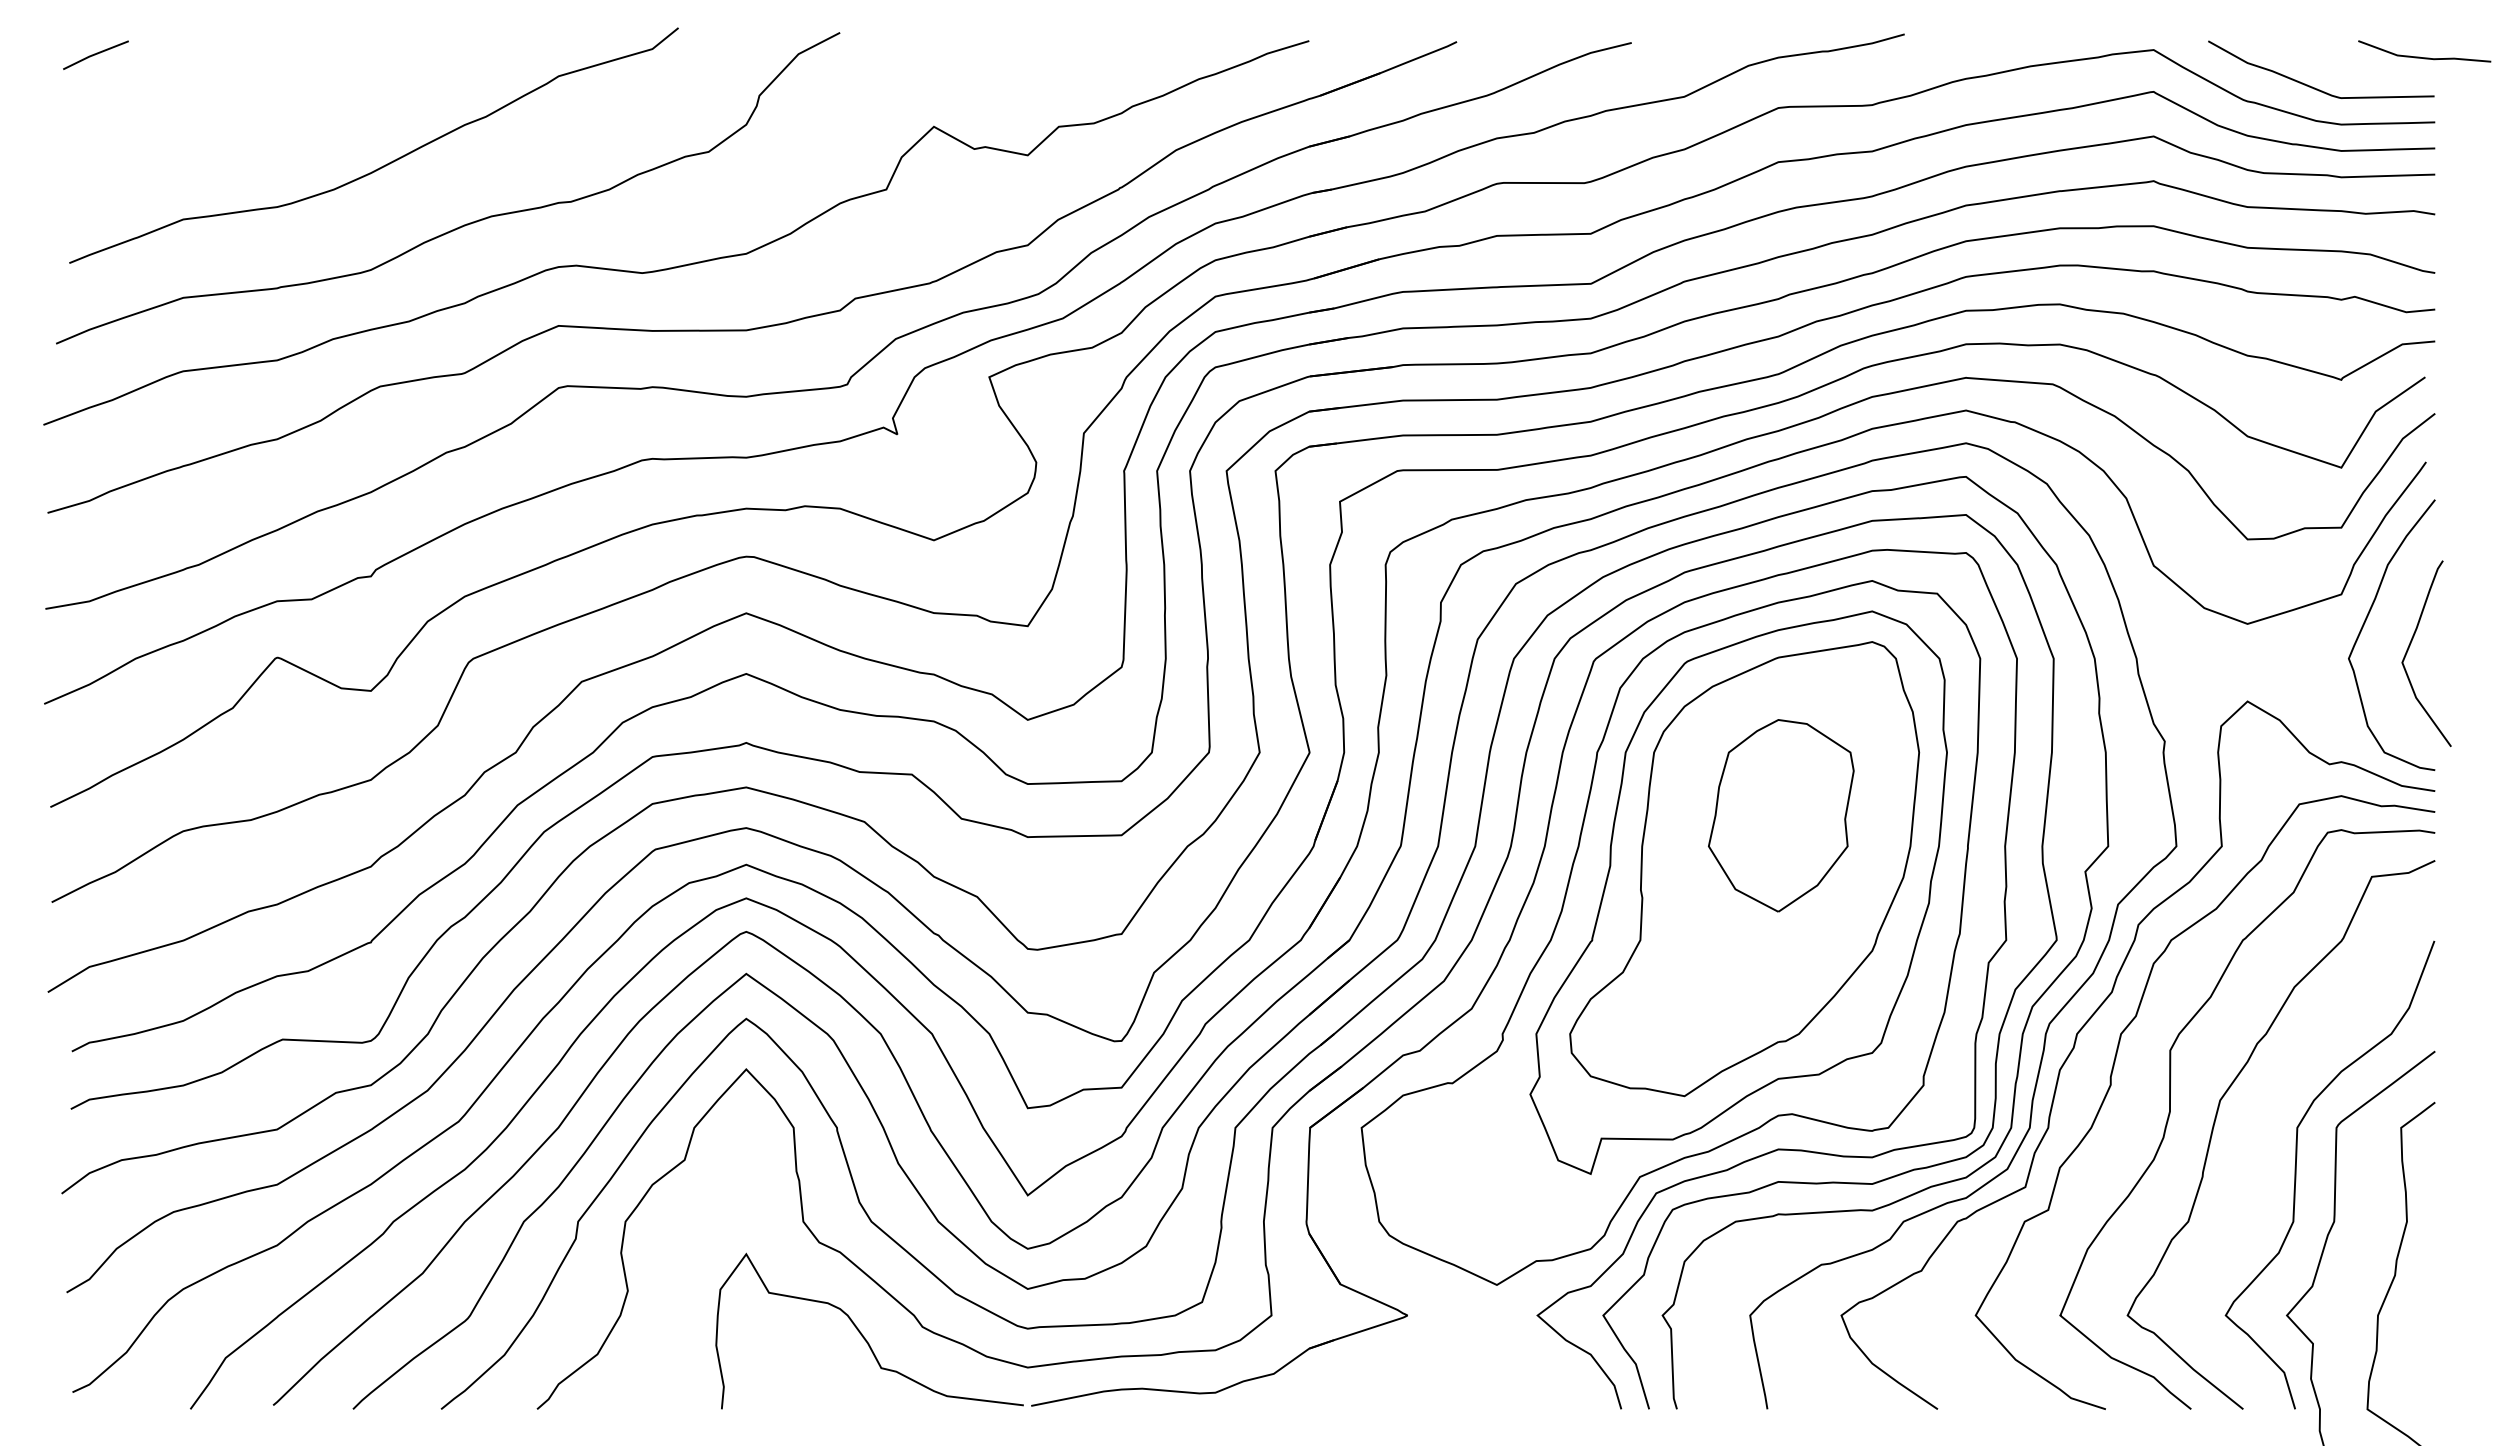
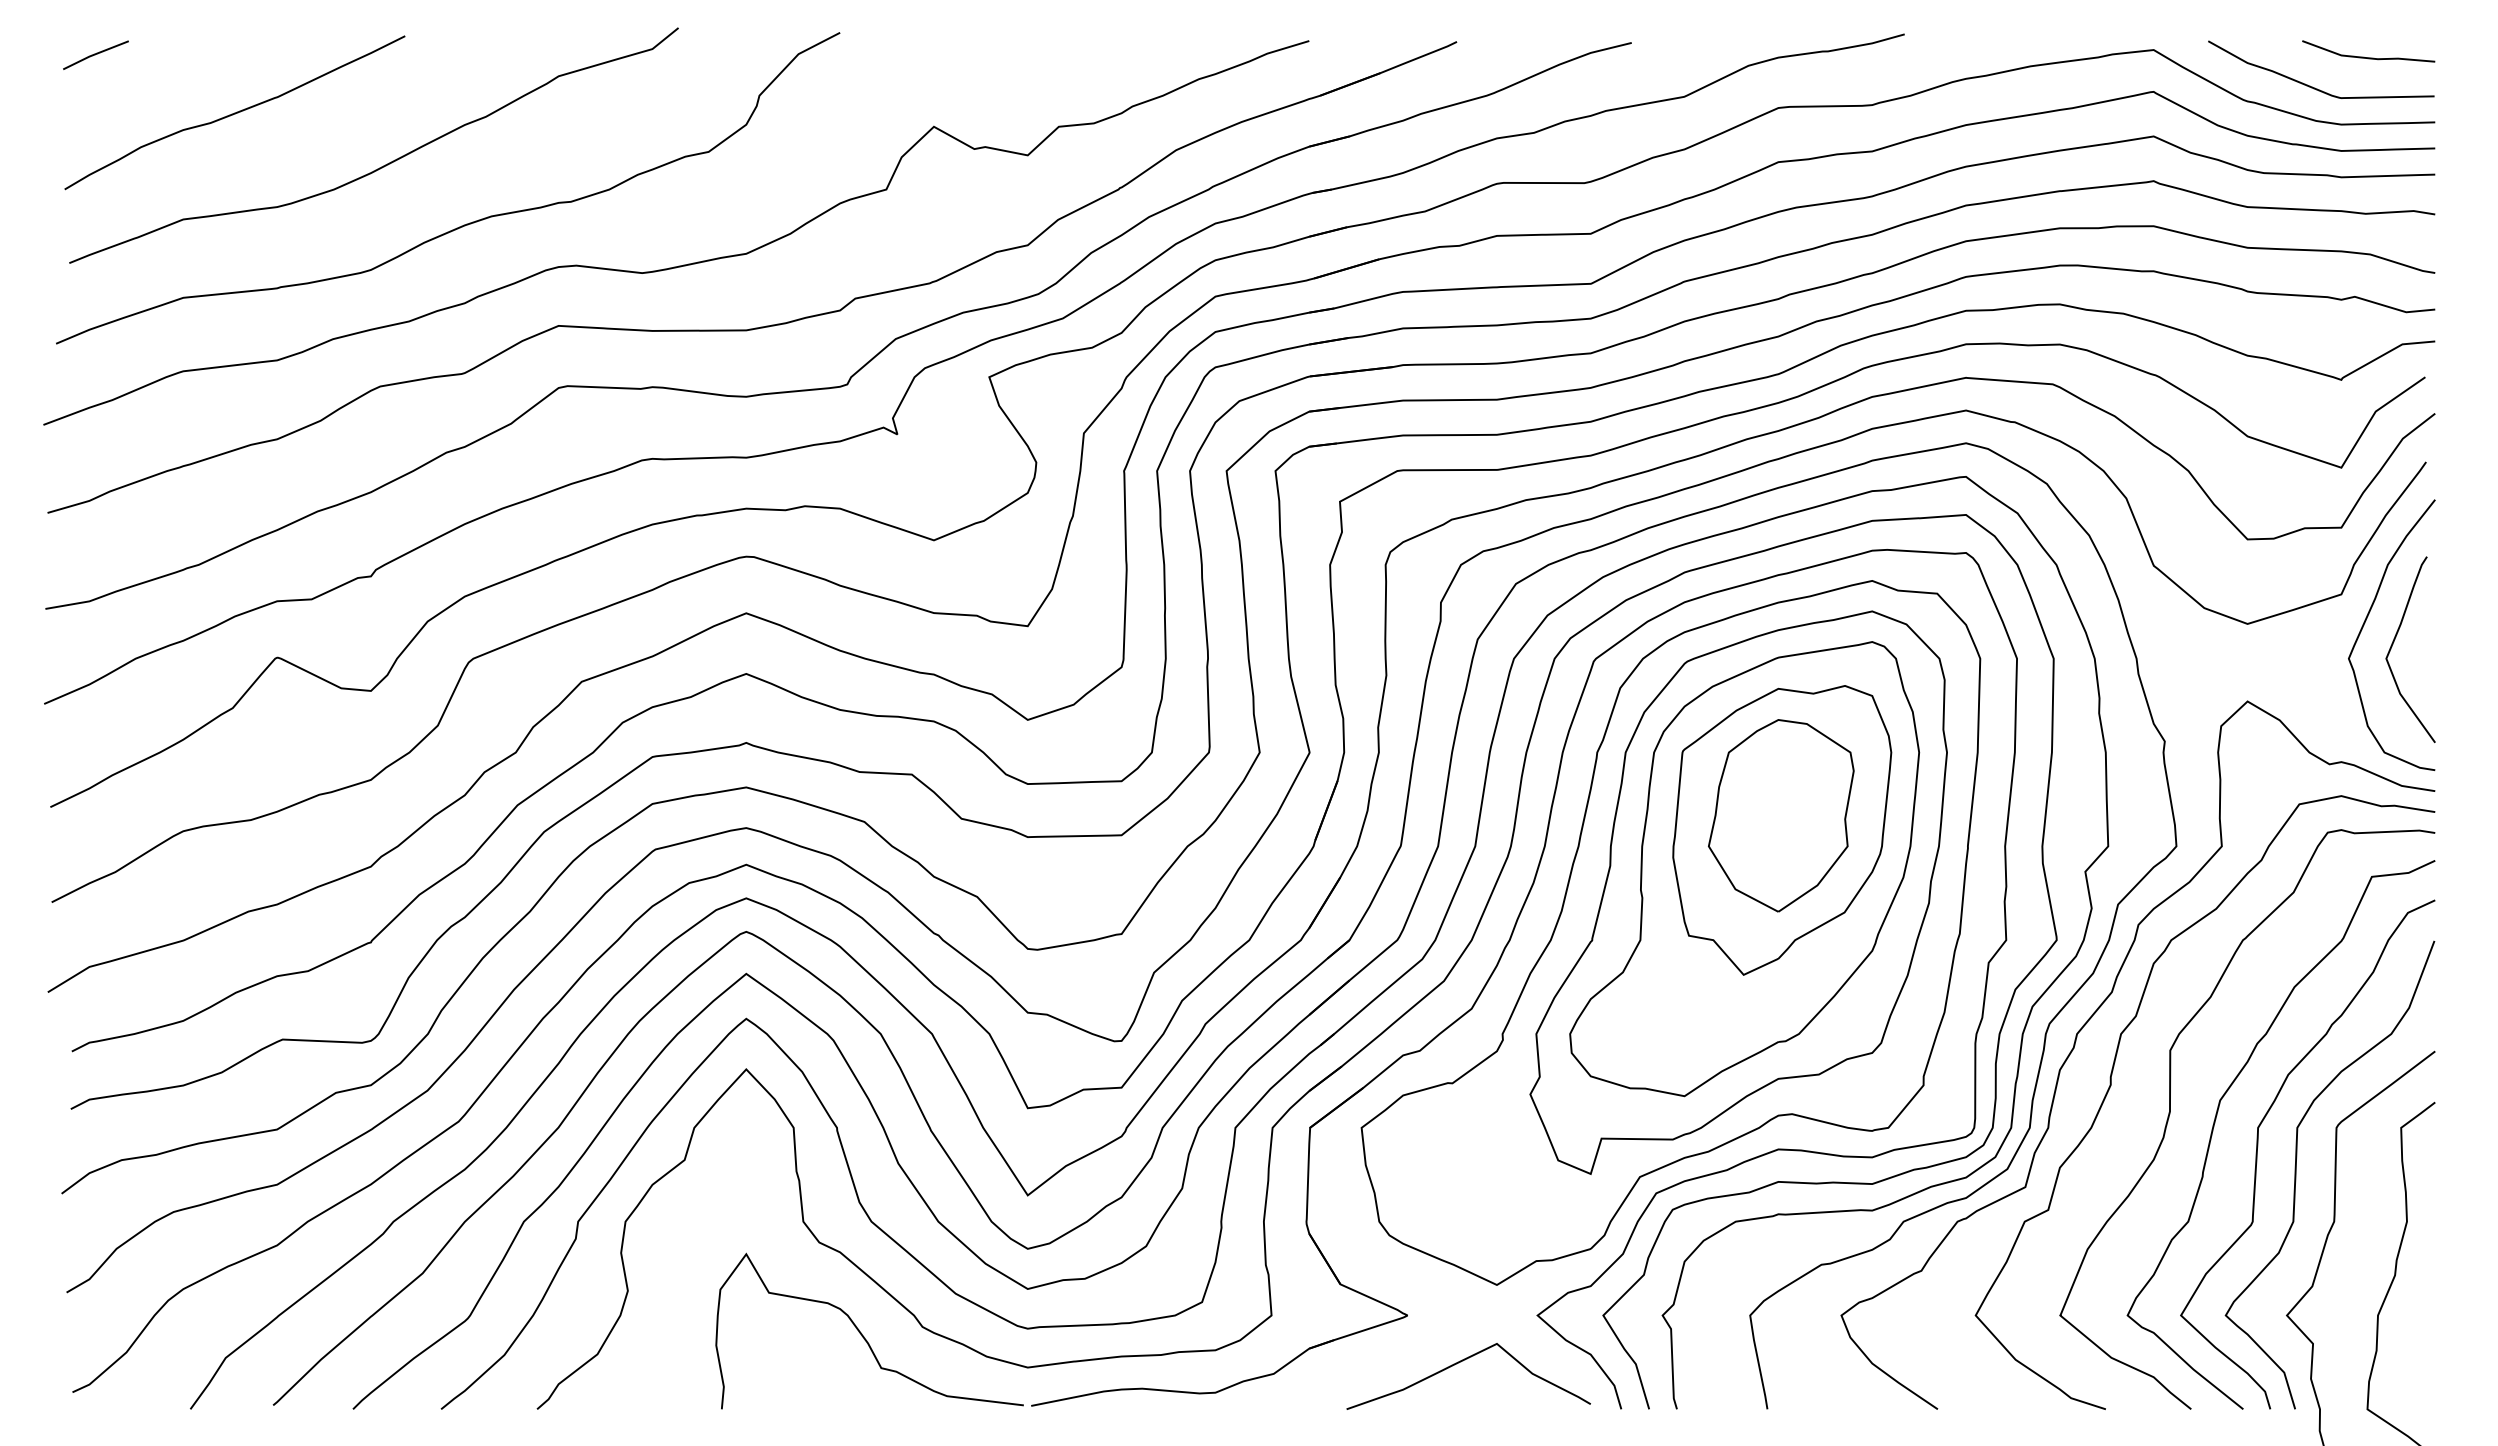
line at (2424, 57) position: (2424, 57) -> (2368, 57)
curve at (234, 112): none -> present
curve at (2410, 646) position: (2410, 646) -> (2394, 642)
part at (1782, 830): none -> present
curve at (2258, 1146): none -> present
curve at (1461, 1362): none -> present
